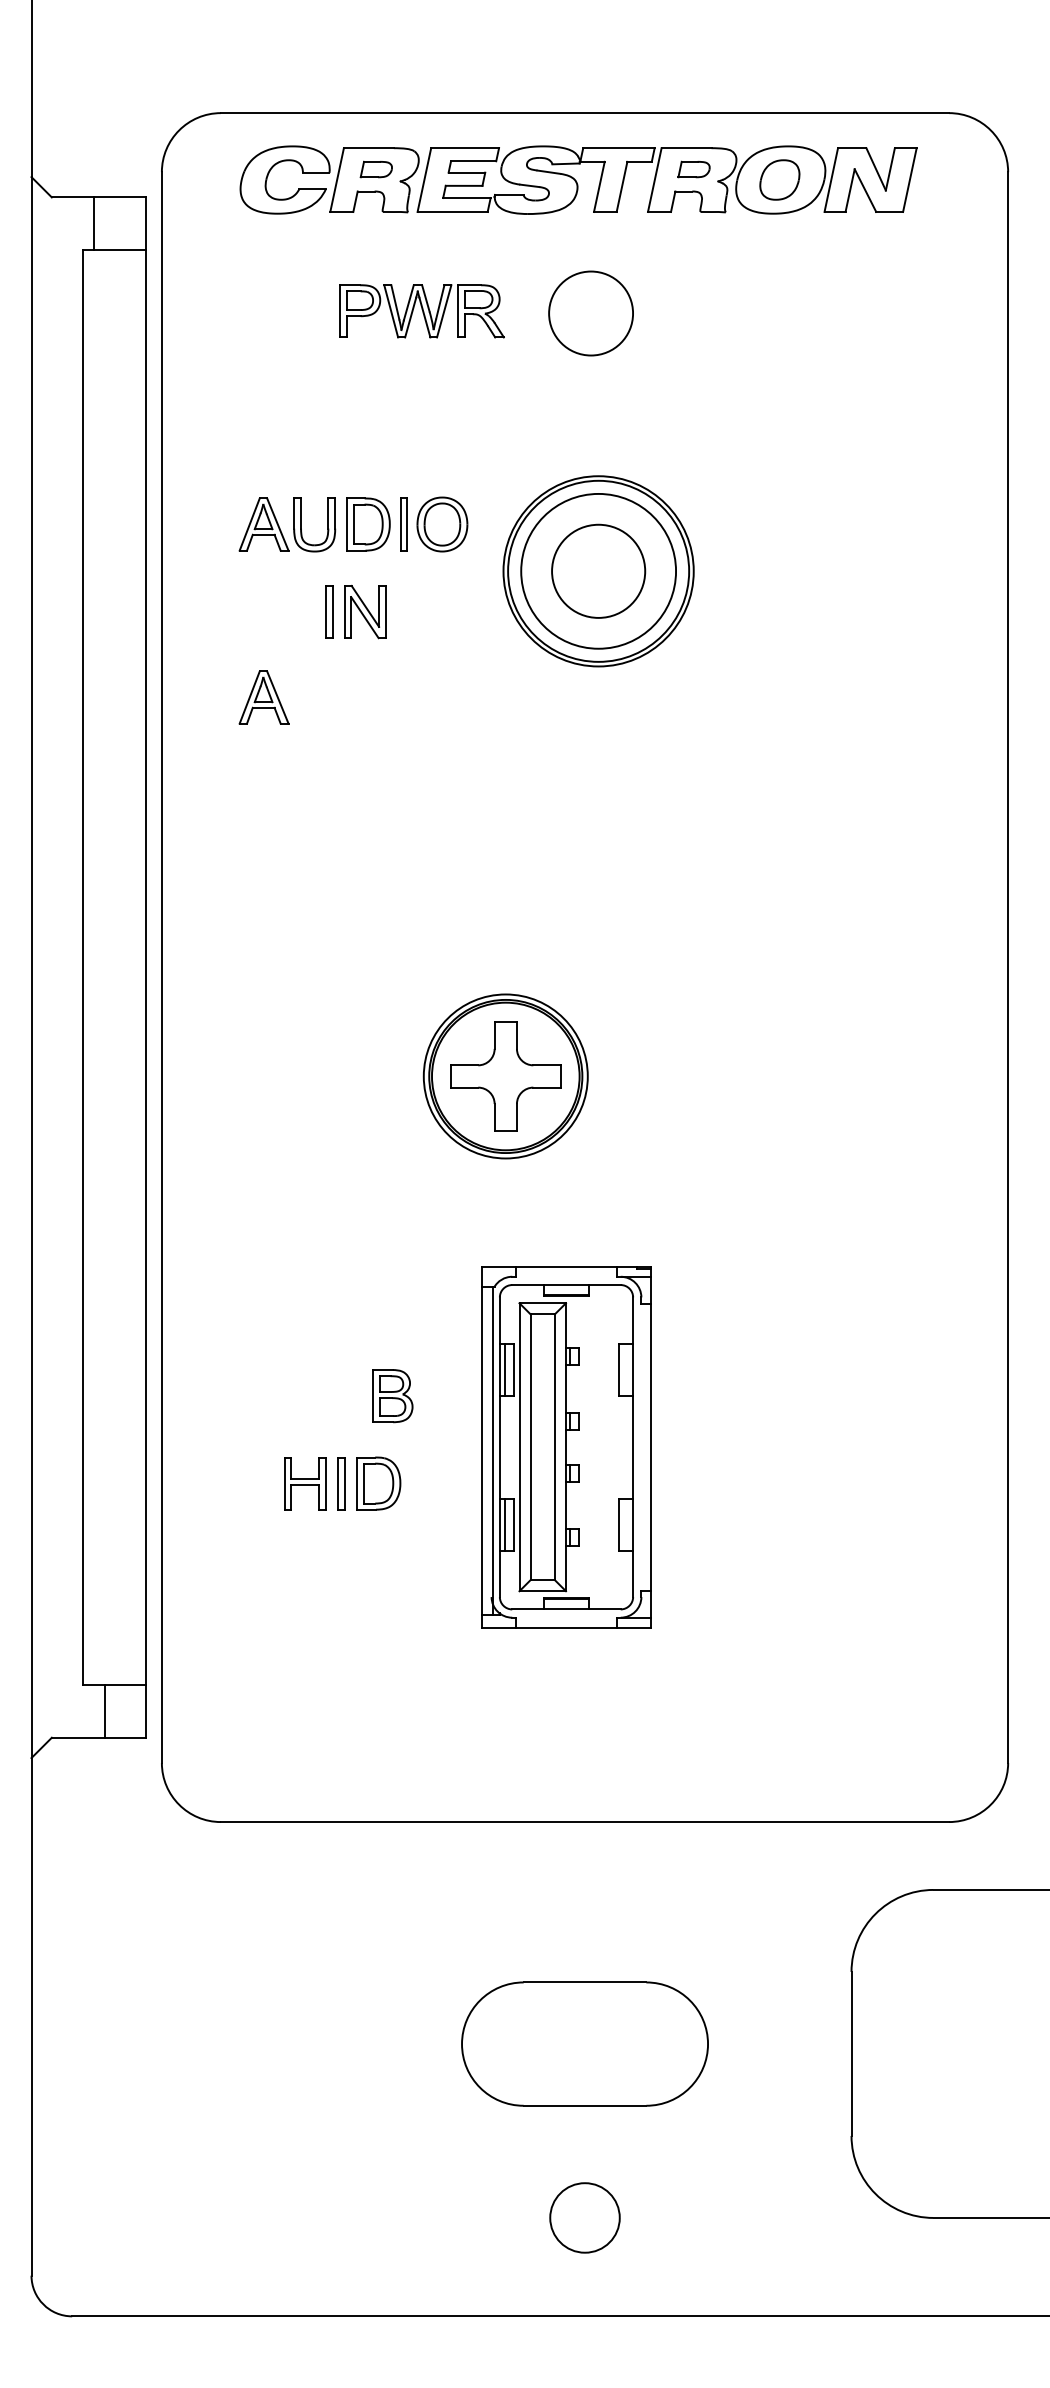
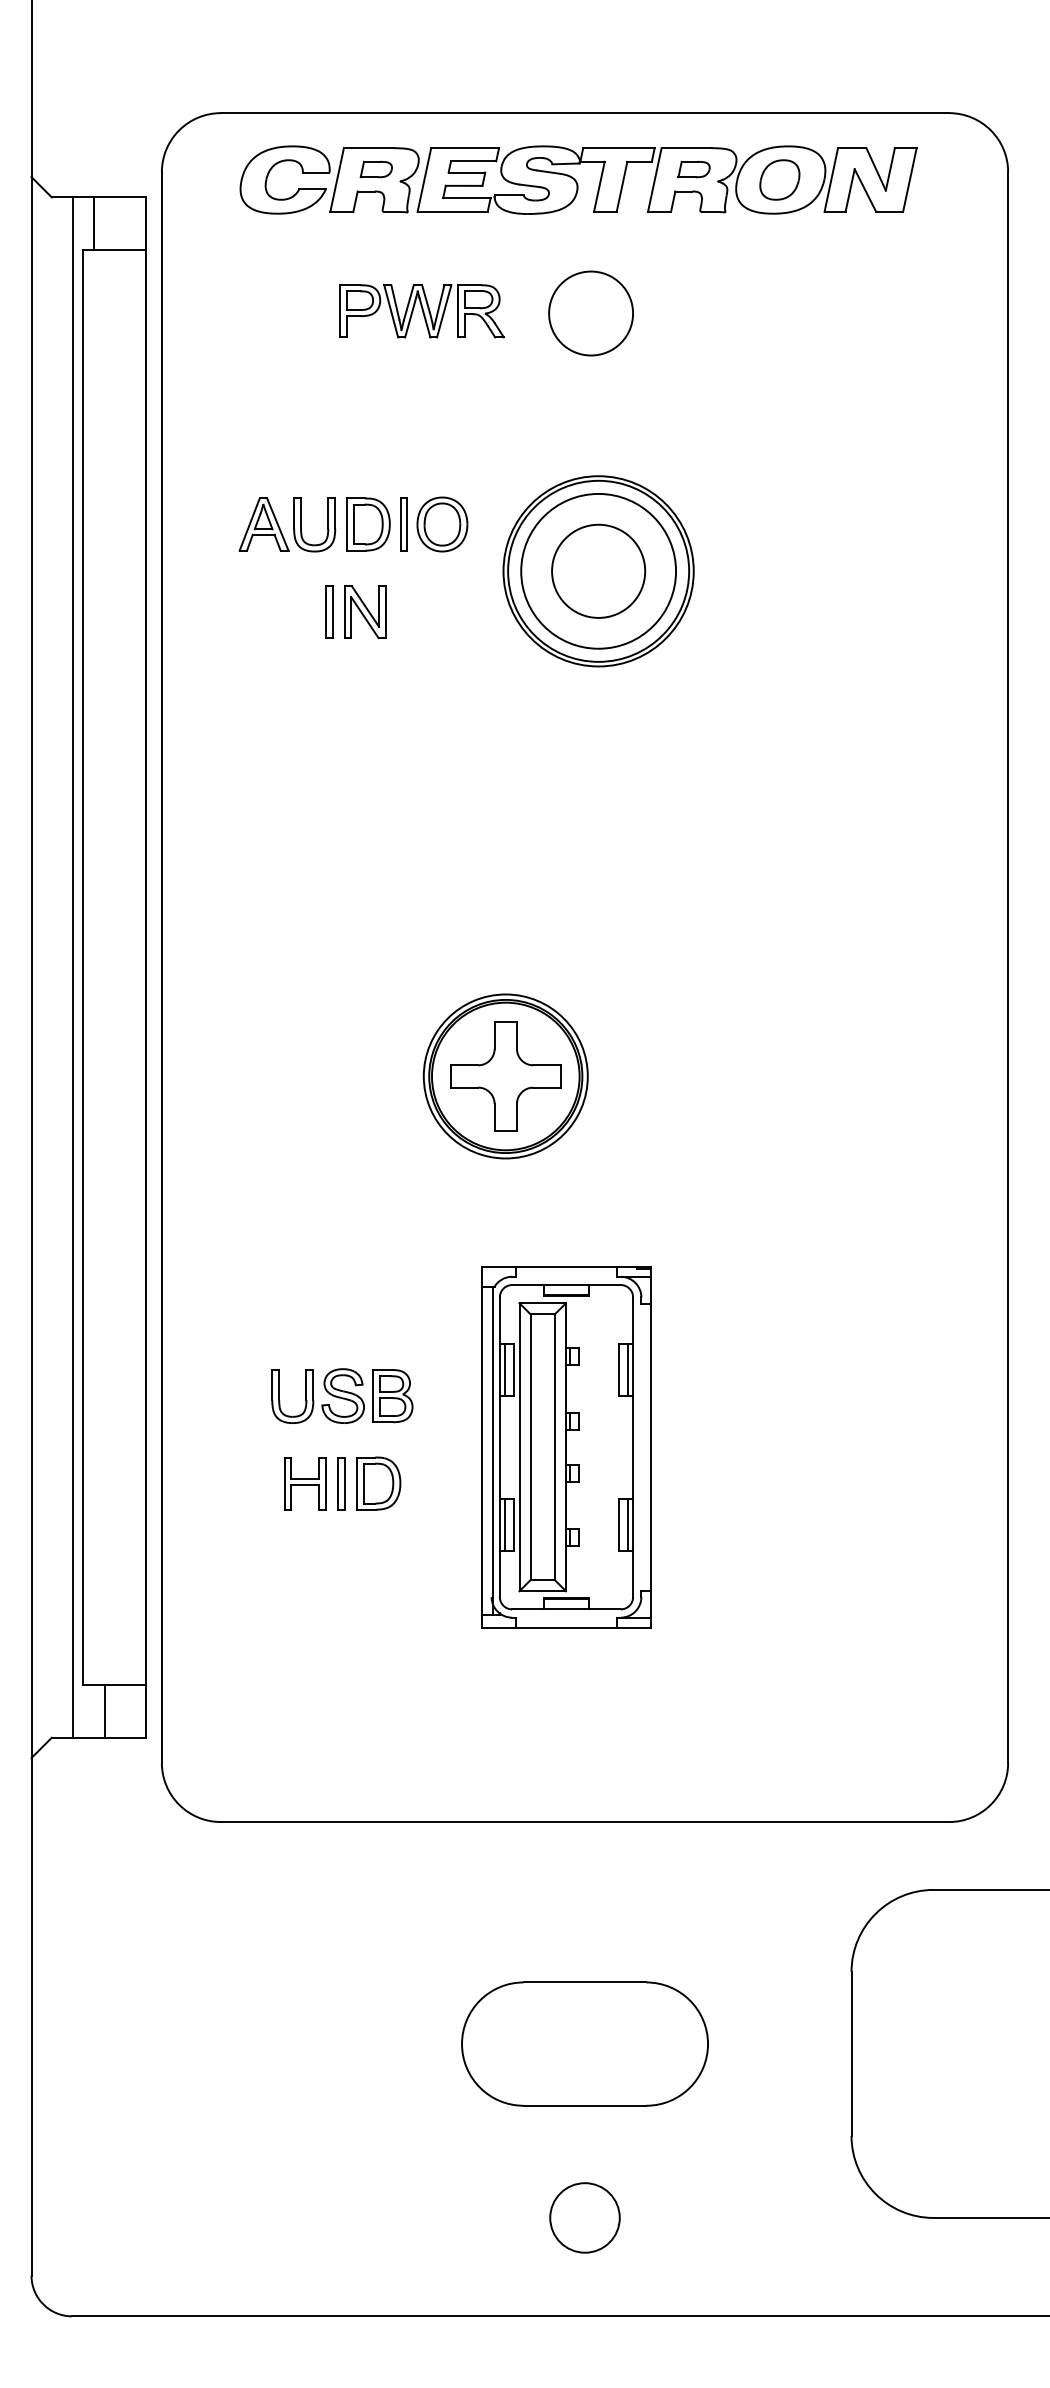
part at (263, 697): present -> none
line at (73, 967): none -> present
line at (627, 1369): none -> present
part at (317, 1395): none -> present
line at (627, 1524): none -> present
